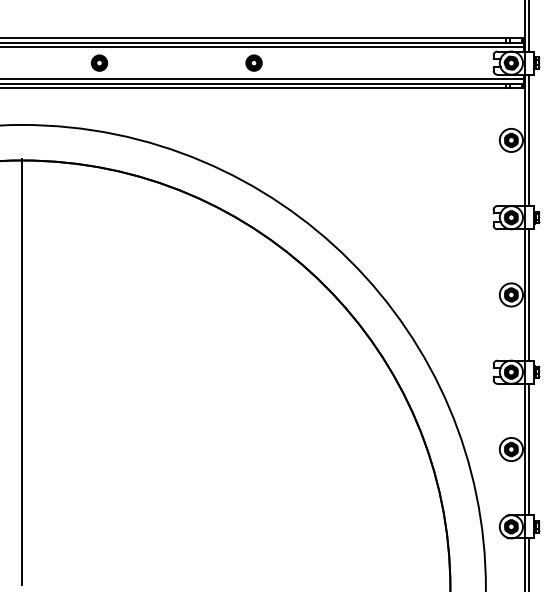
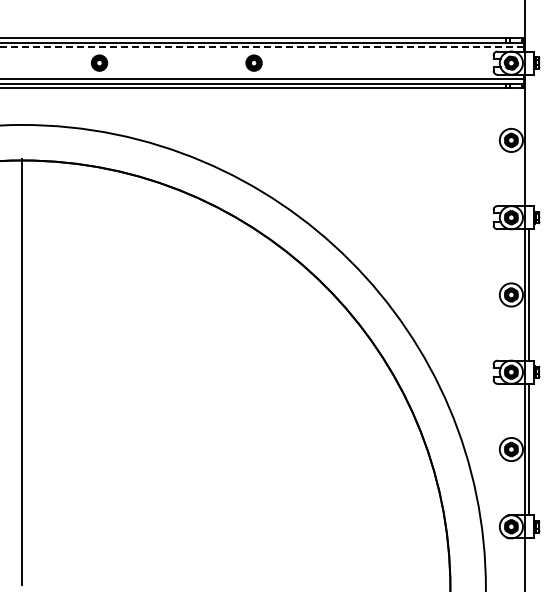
line at (529, 26): present -> none
line at (262, 47): solid -> dashed
line at (529, 140): present -> none
line at (529, 563): present -> none
